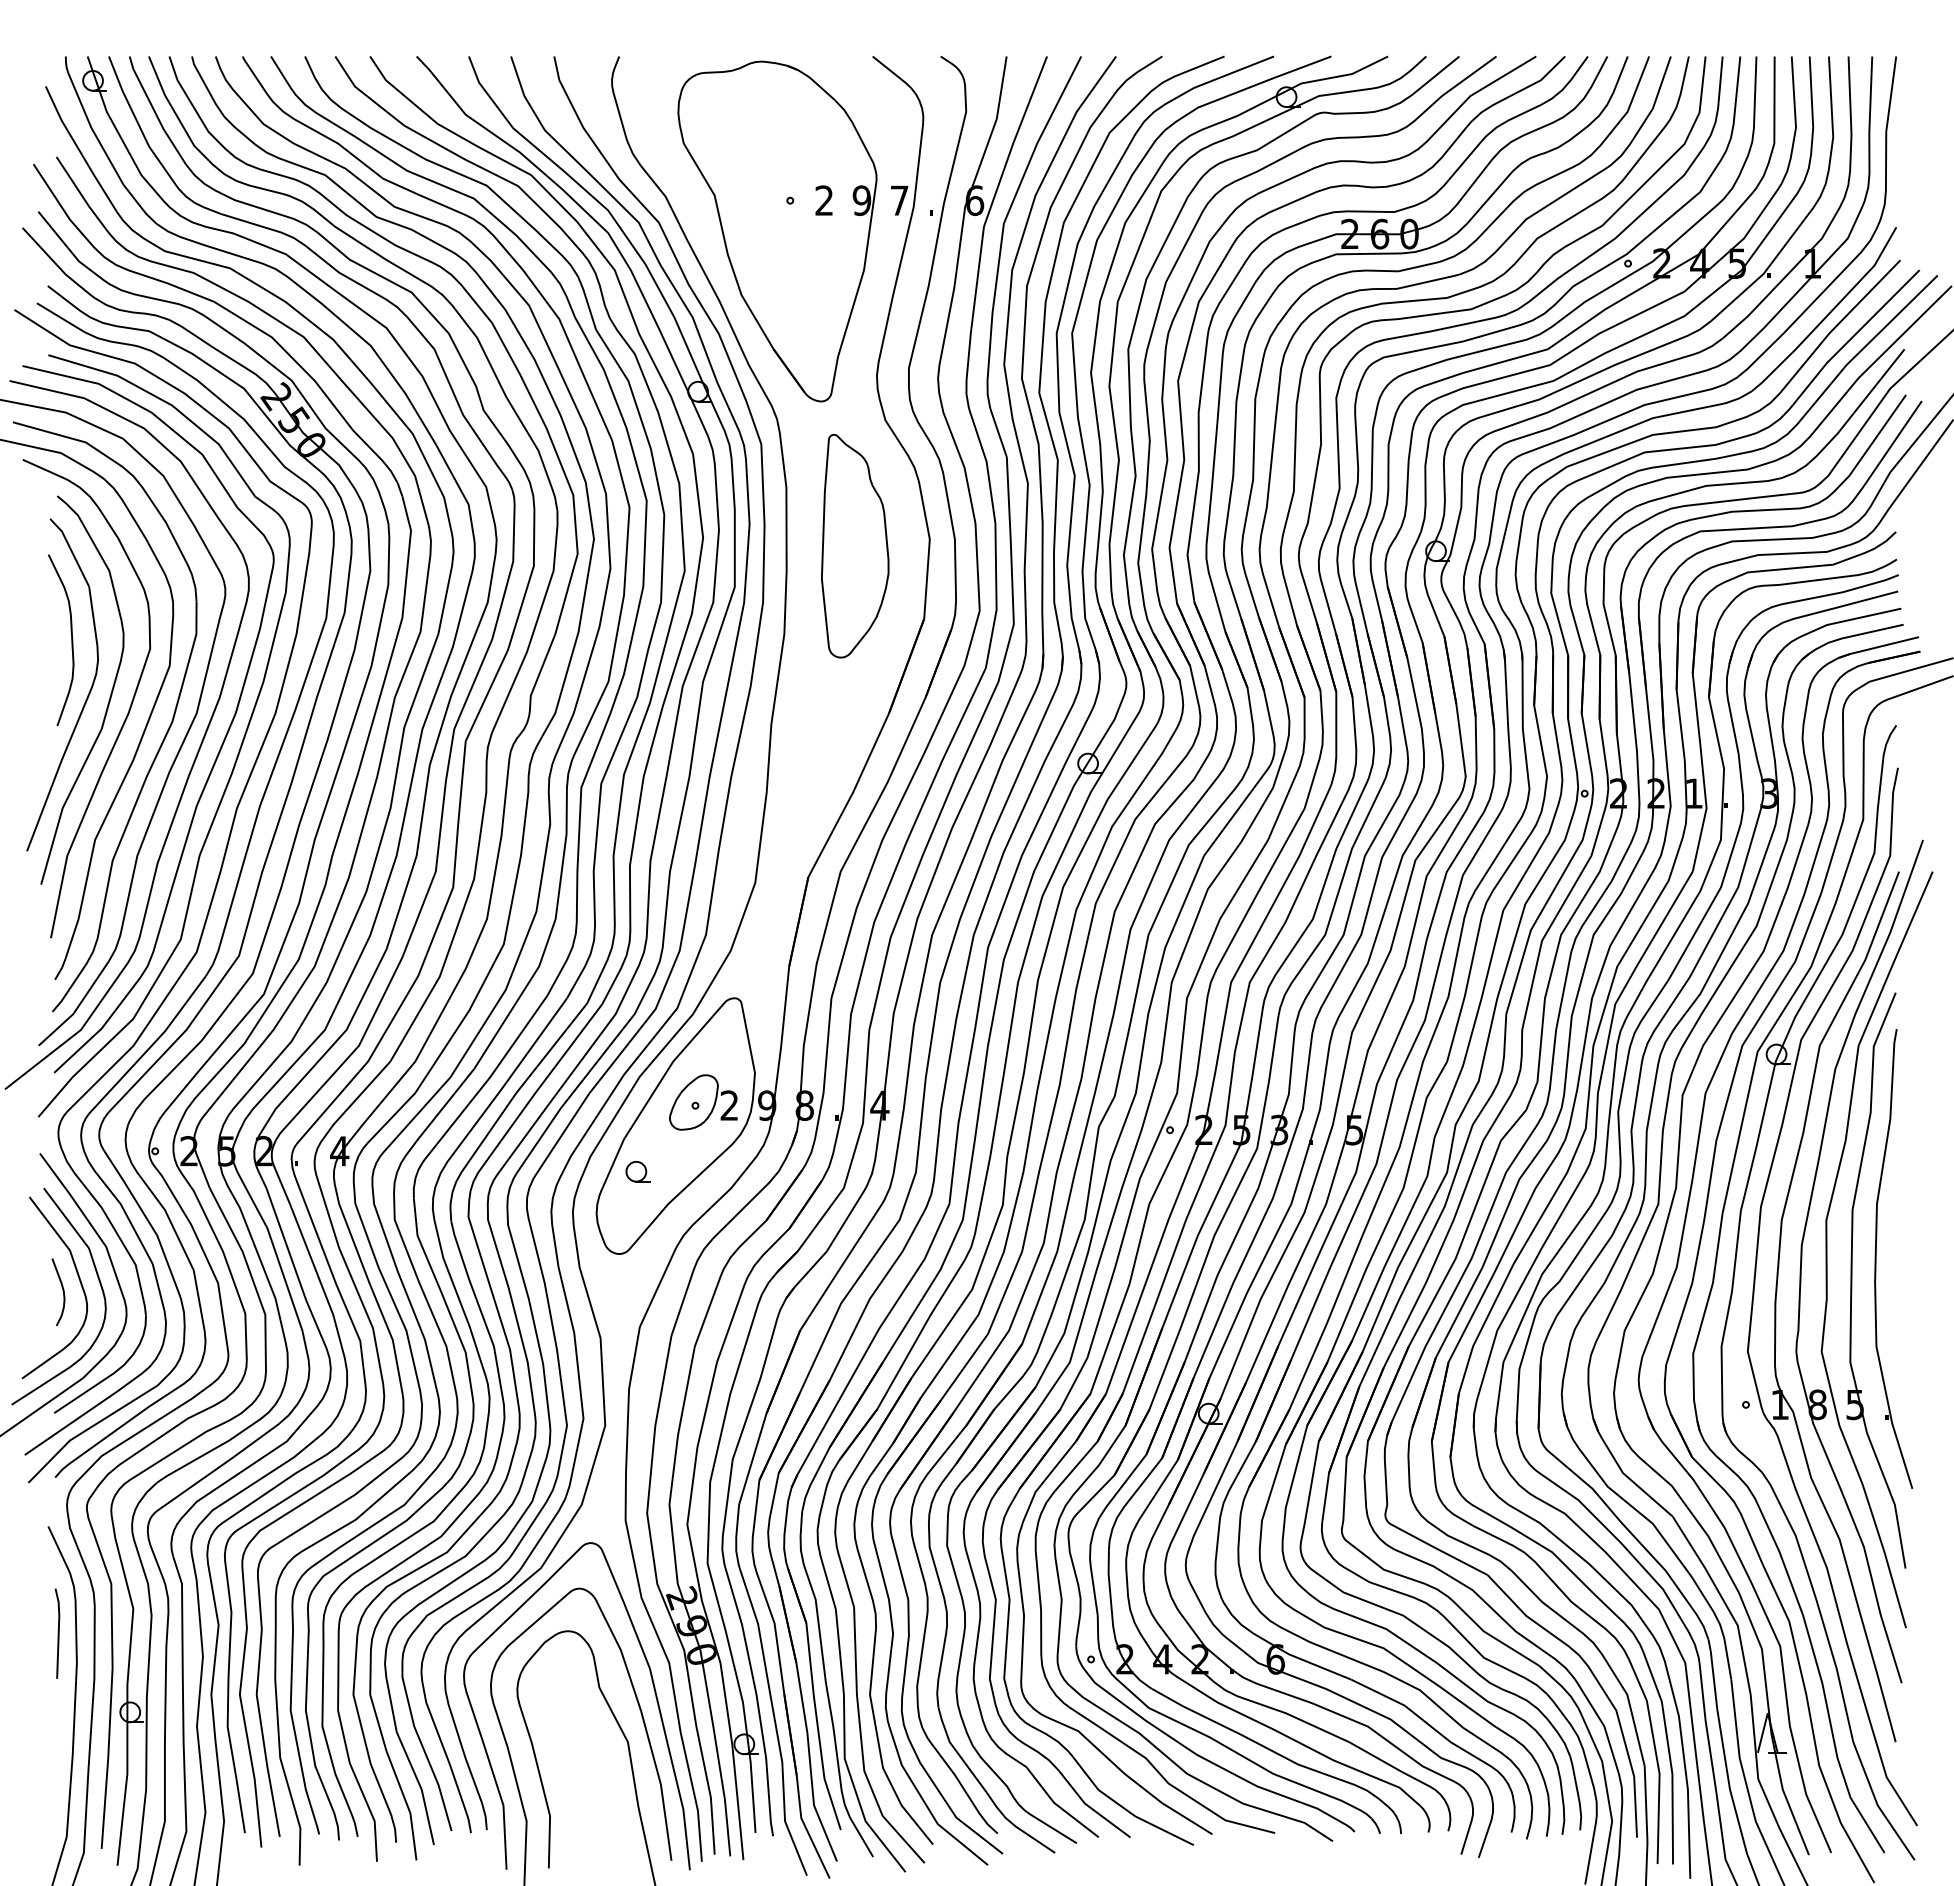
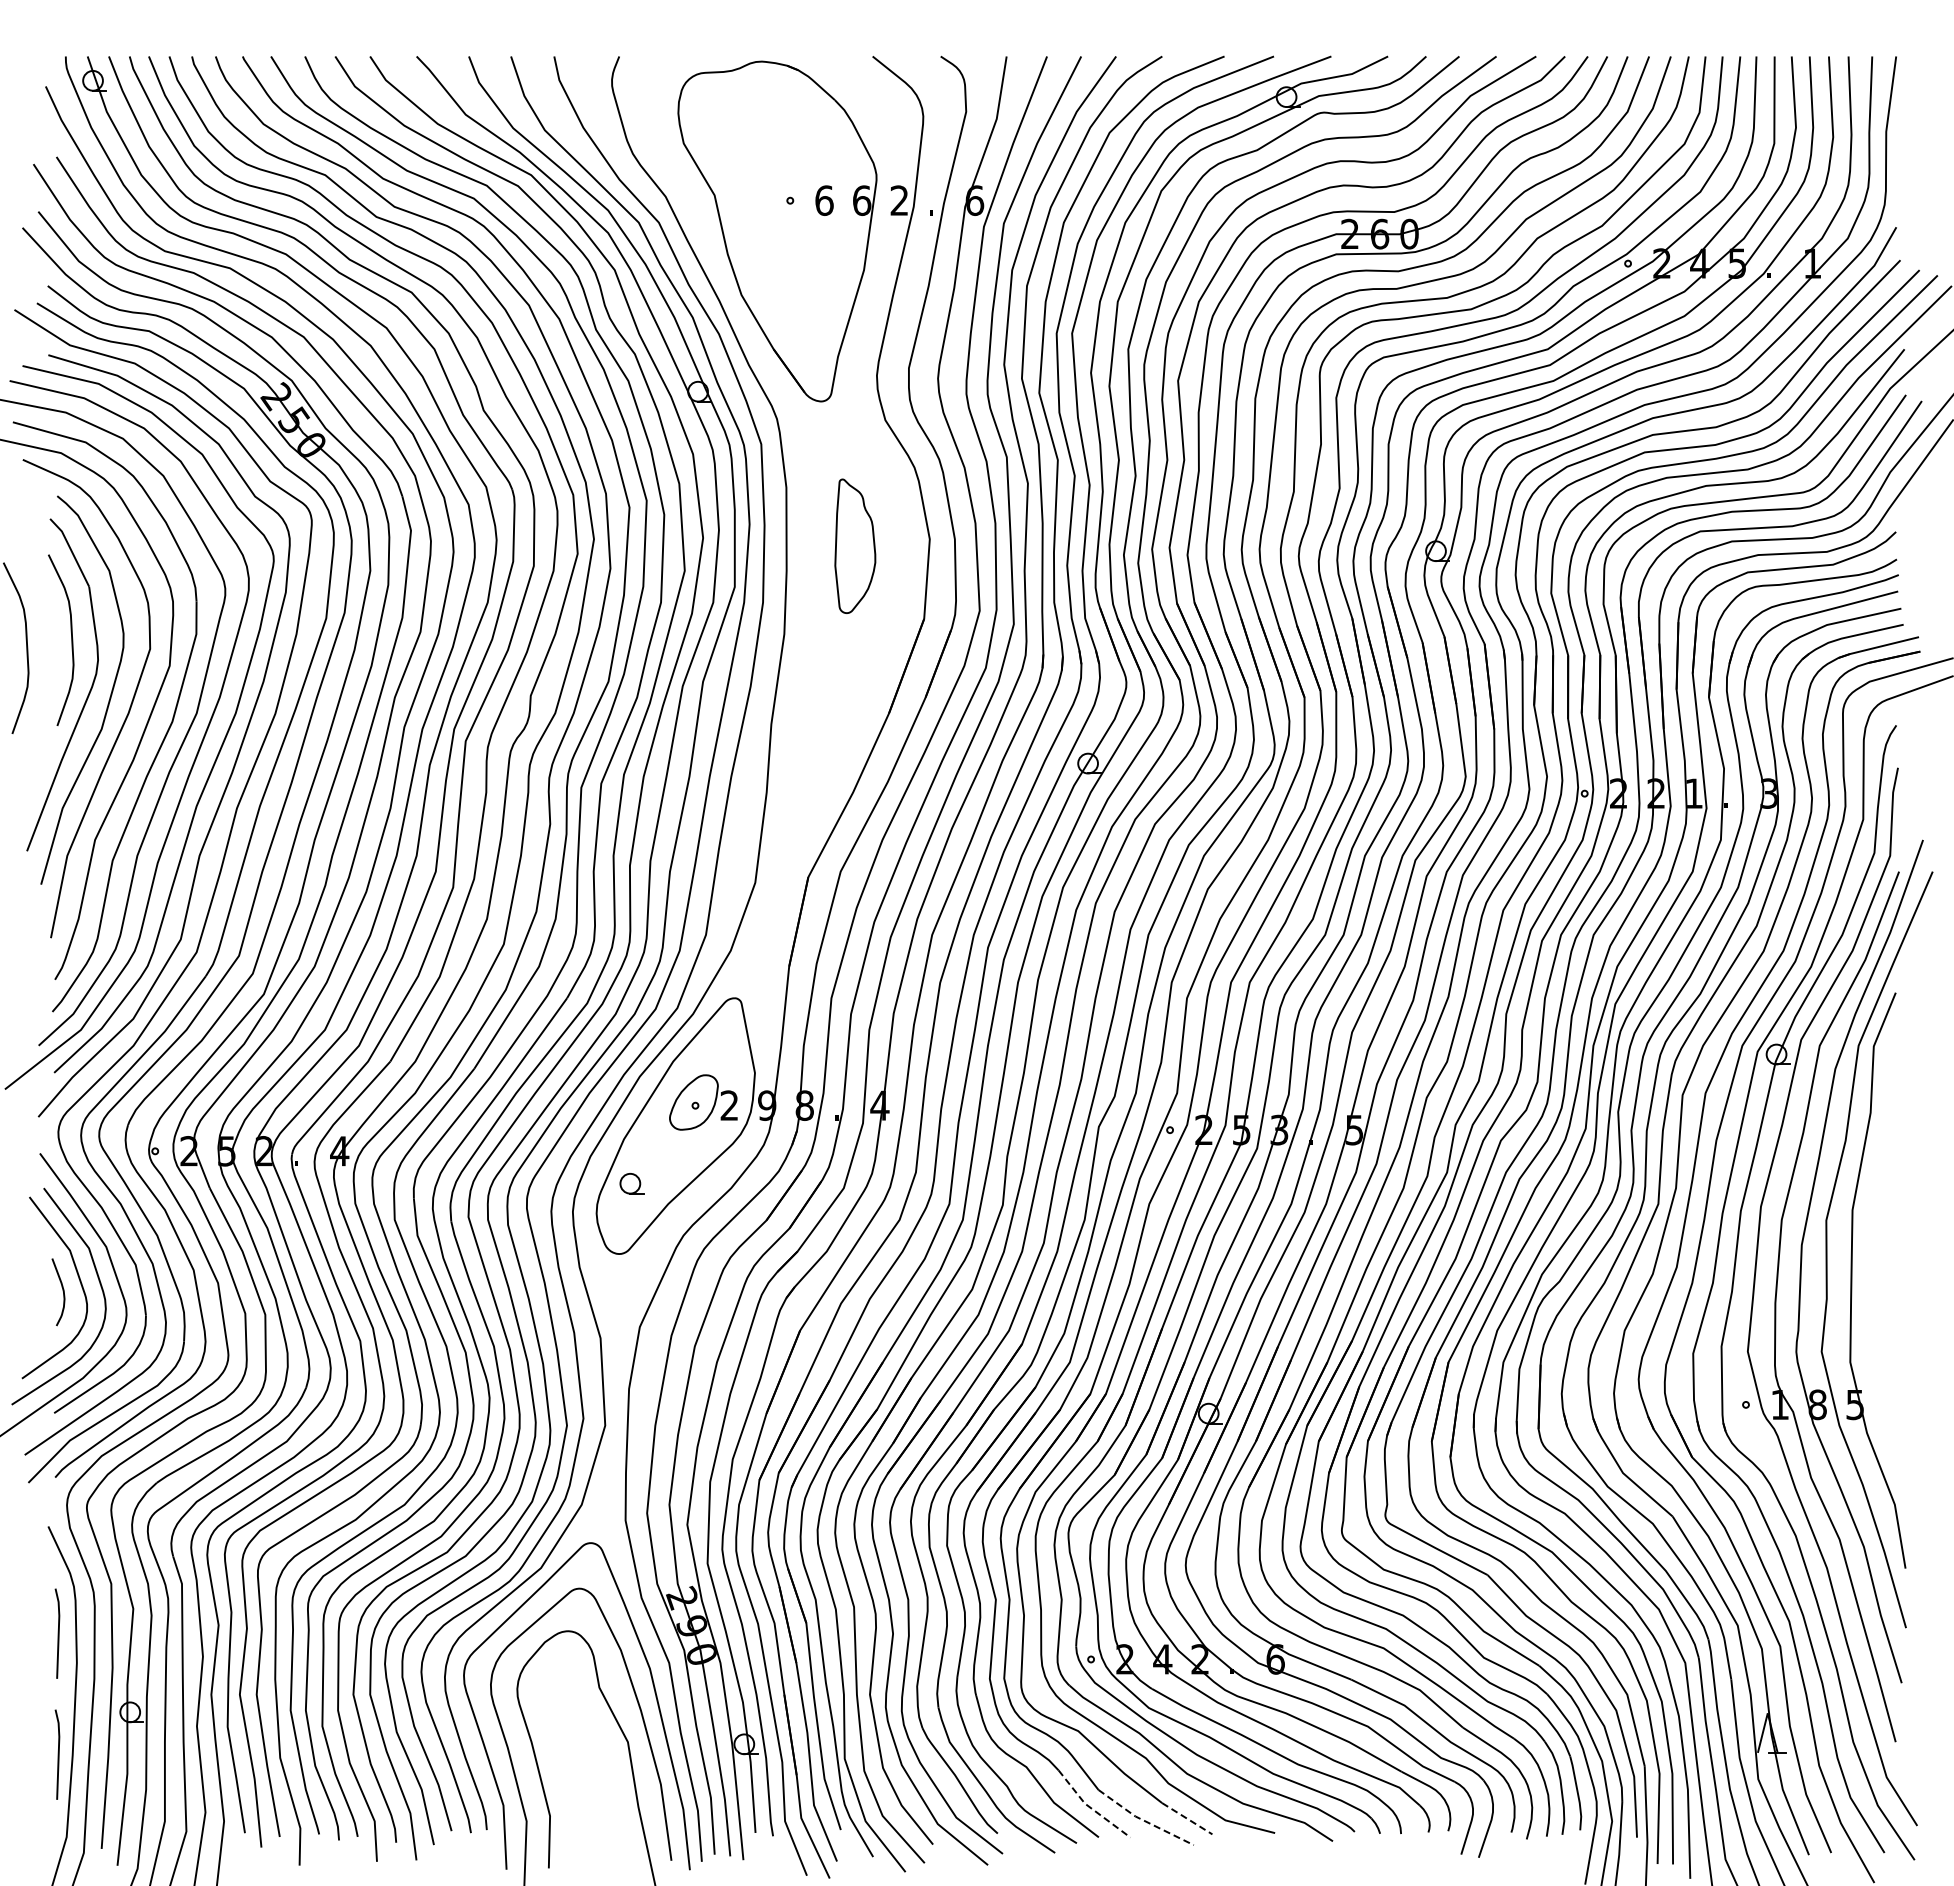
text at (824, 200): 2 -> 6
text at (861, 200): 9 -> 6
text at (899, 200): 7 -> 2
part at (855, 546) size: 69x225 px -> 43x136 px
curve at (26, 647): none -> present
part at (637, 1171) position: (637, 1171) -> (631, 1183)
part at (1876, 1258): present -> none
line at (57, 1754): none -> present
line at (1090, 1807): solid -> dashed
line at (1187, 1818): solid -> dashed
line at (1144, 1820): solid -> dashed
